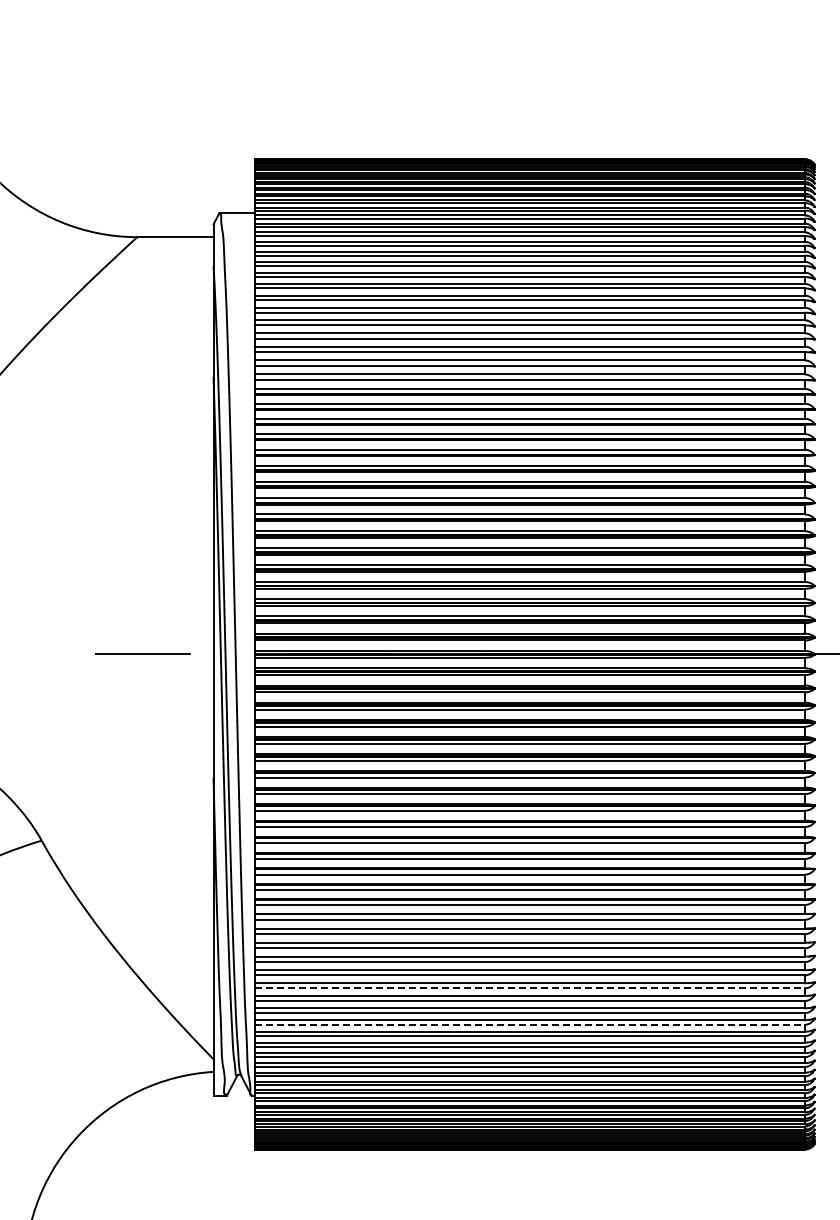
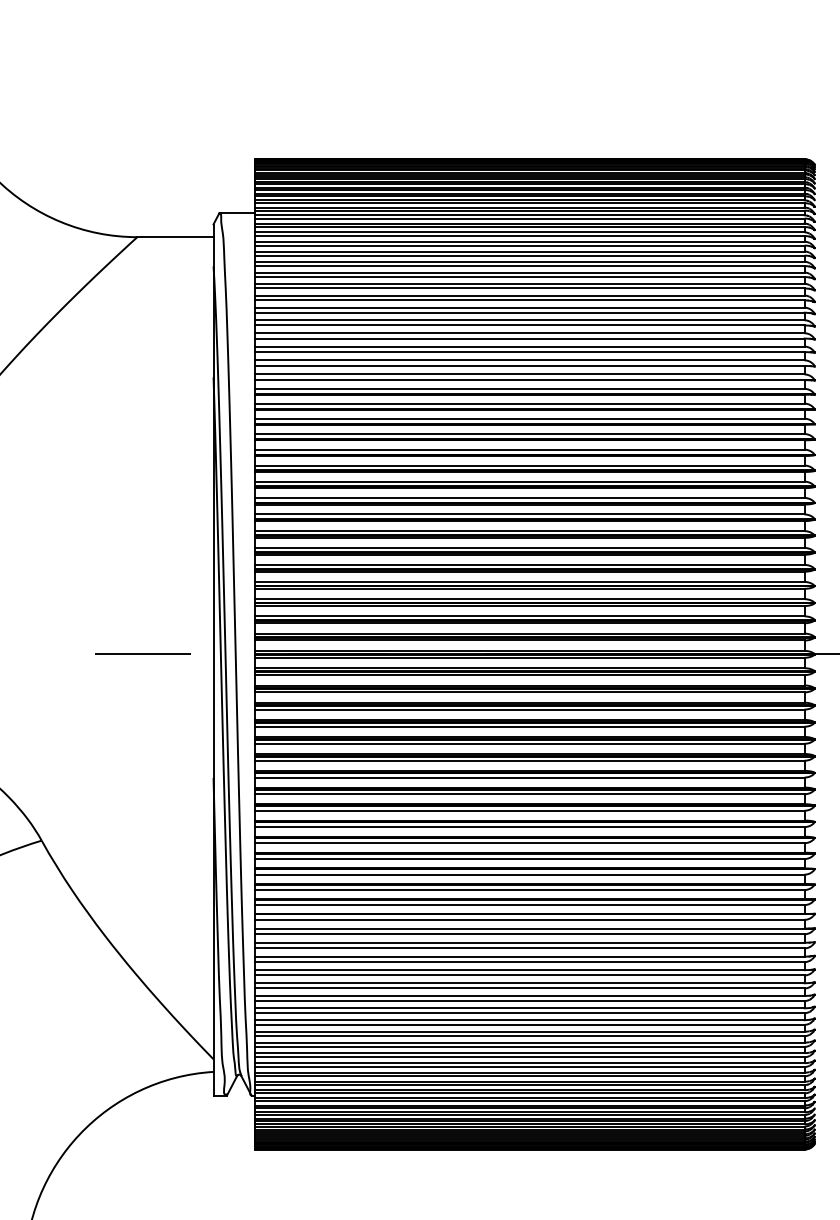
line at (529, 988): dashed -> solid
line at (529, 1024): dashed -> solid
